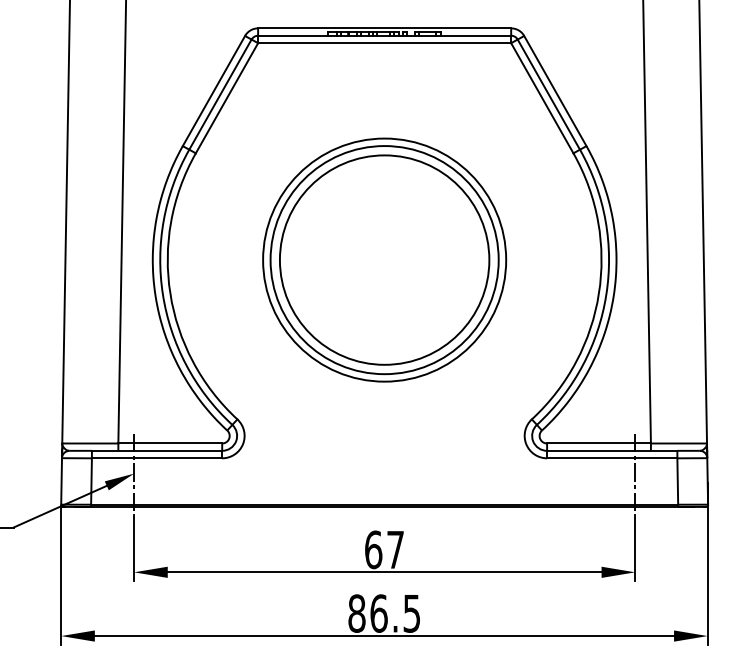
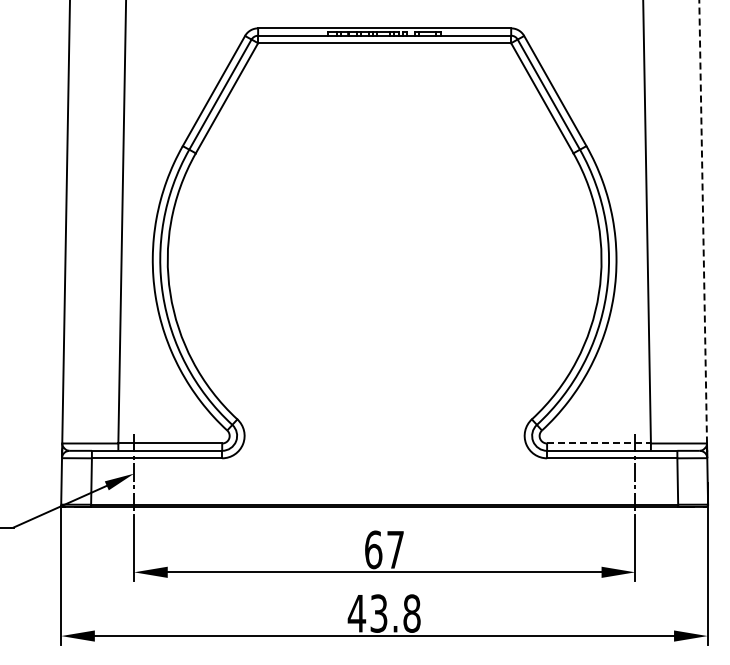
line at (703, 221): solid -> dashed
part at (384, 259): present -> none
line at (599, 443): solid -> dashed
text at (383, 613): 86.5 -> 43.8
